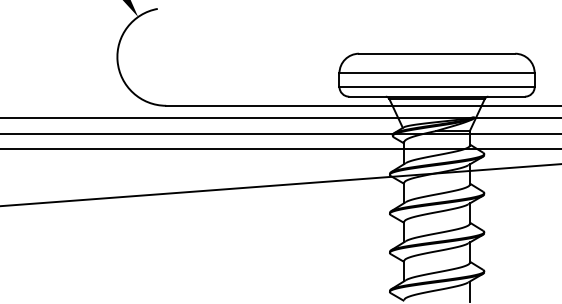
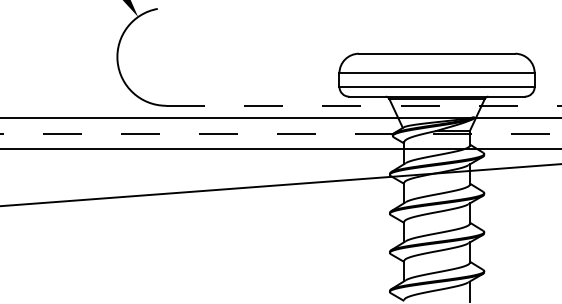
line at (364, 105): solid -> dashed
line at (281, 133): solid -> dashed
